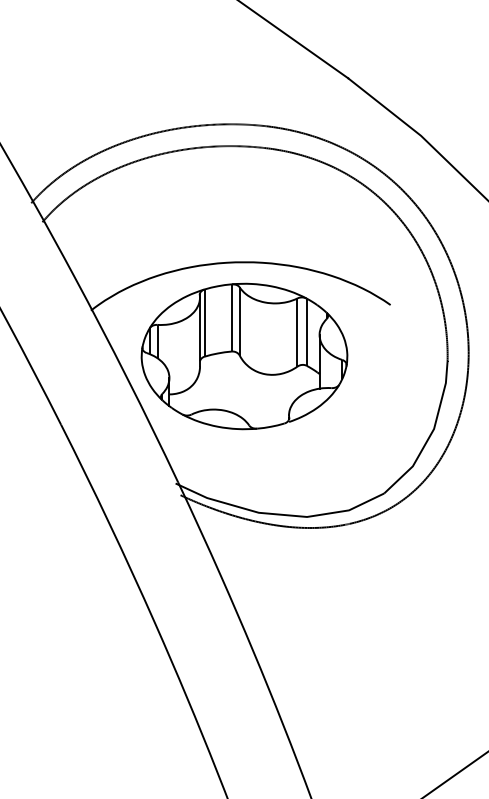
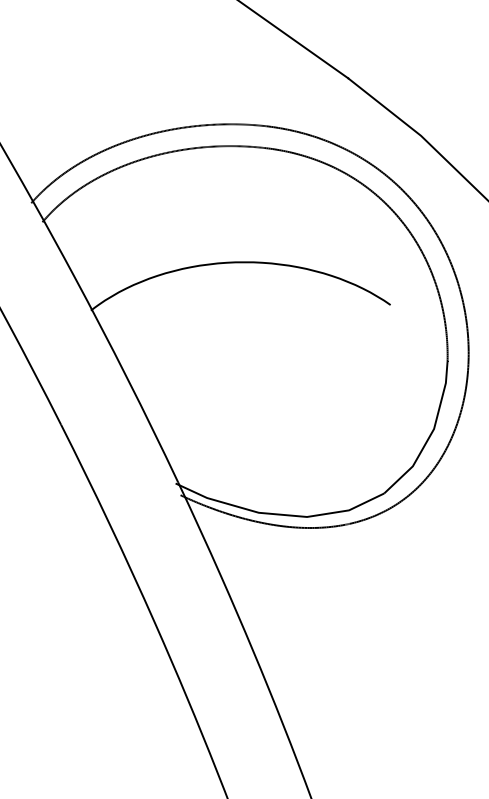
part at (244, 356): present -> none
line at (455, 774): present -> none
